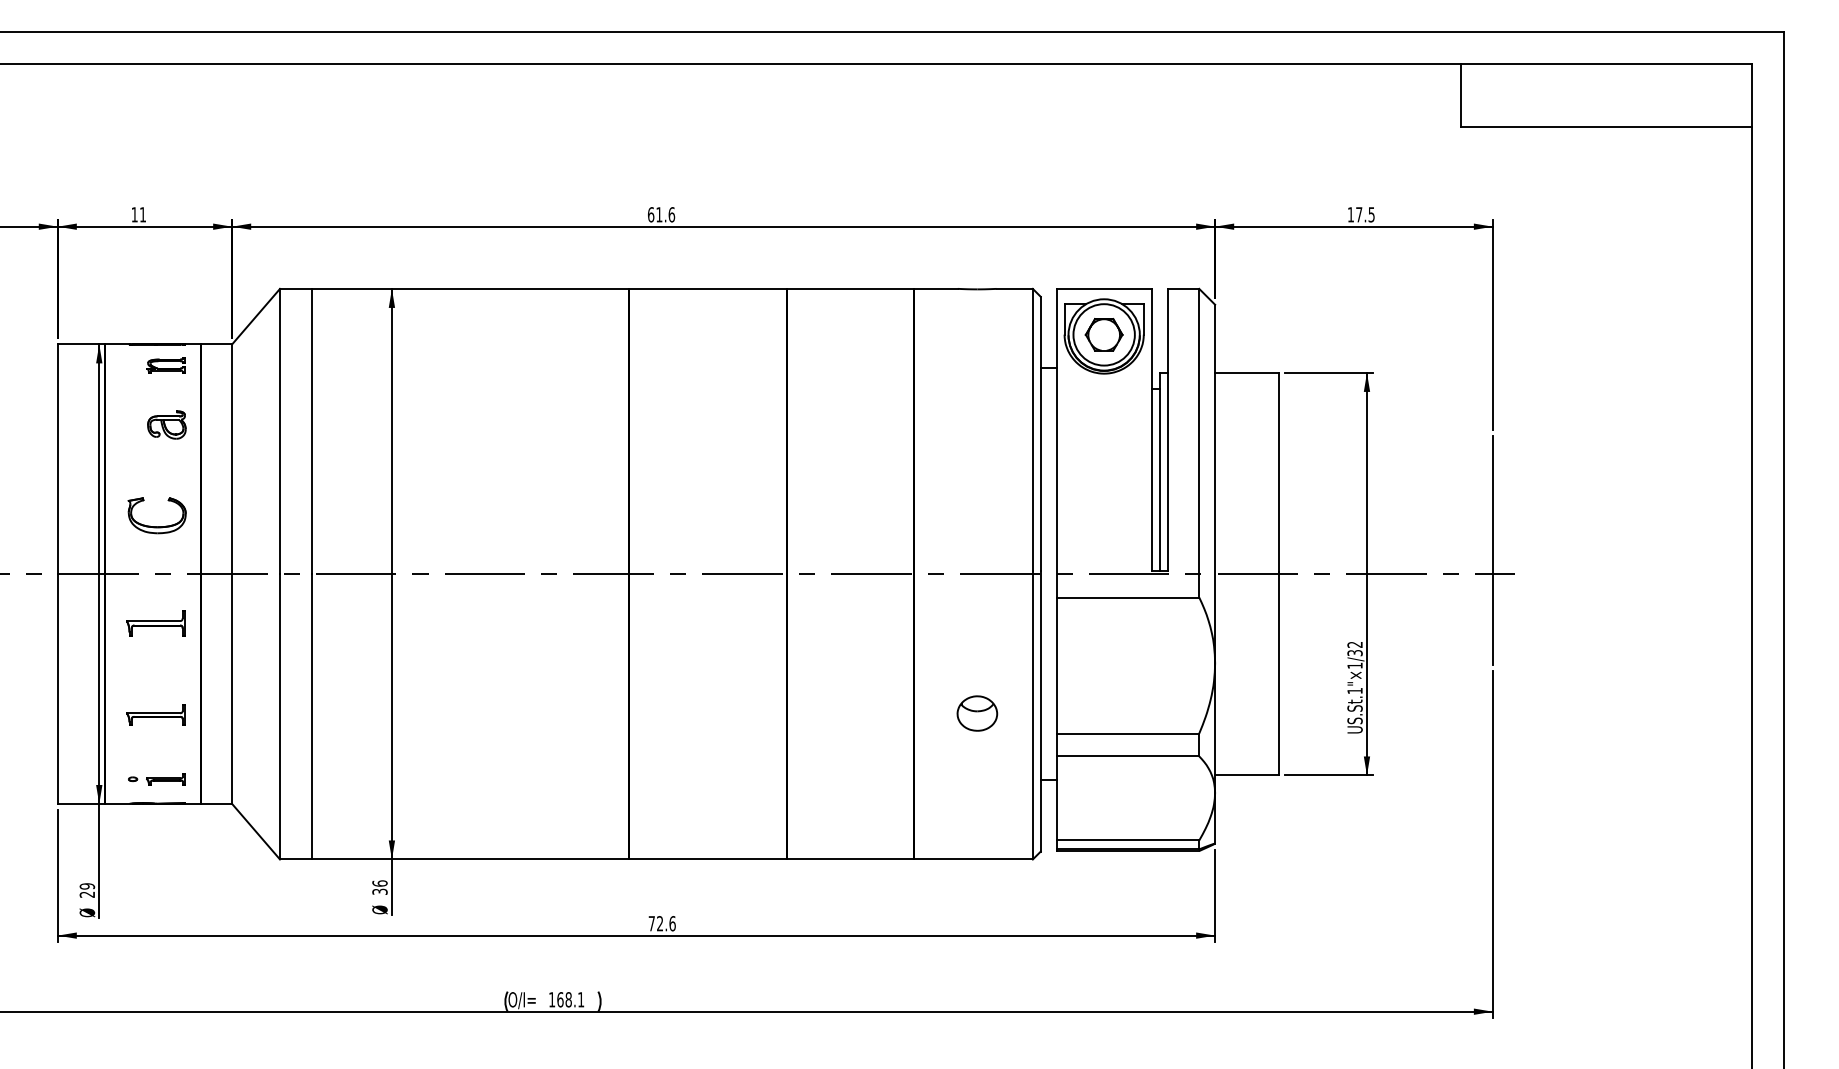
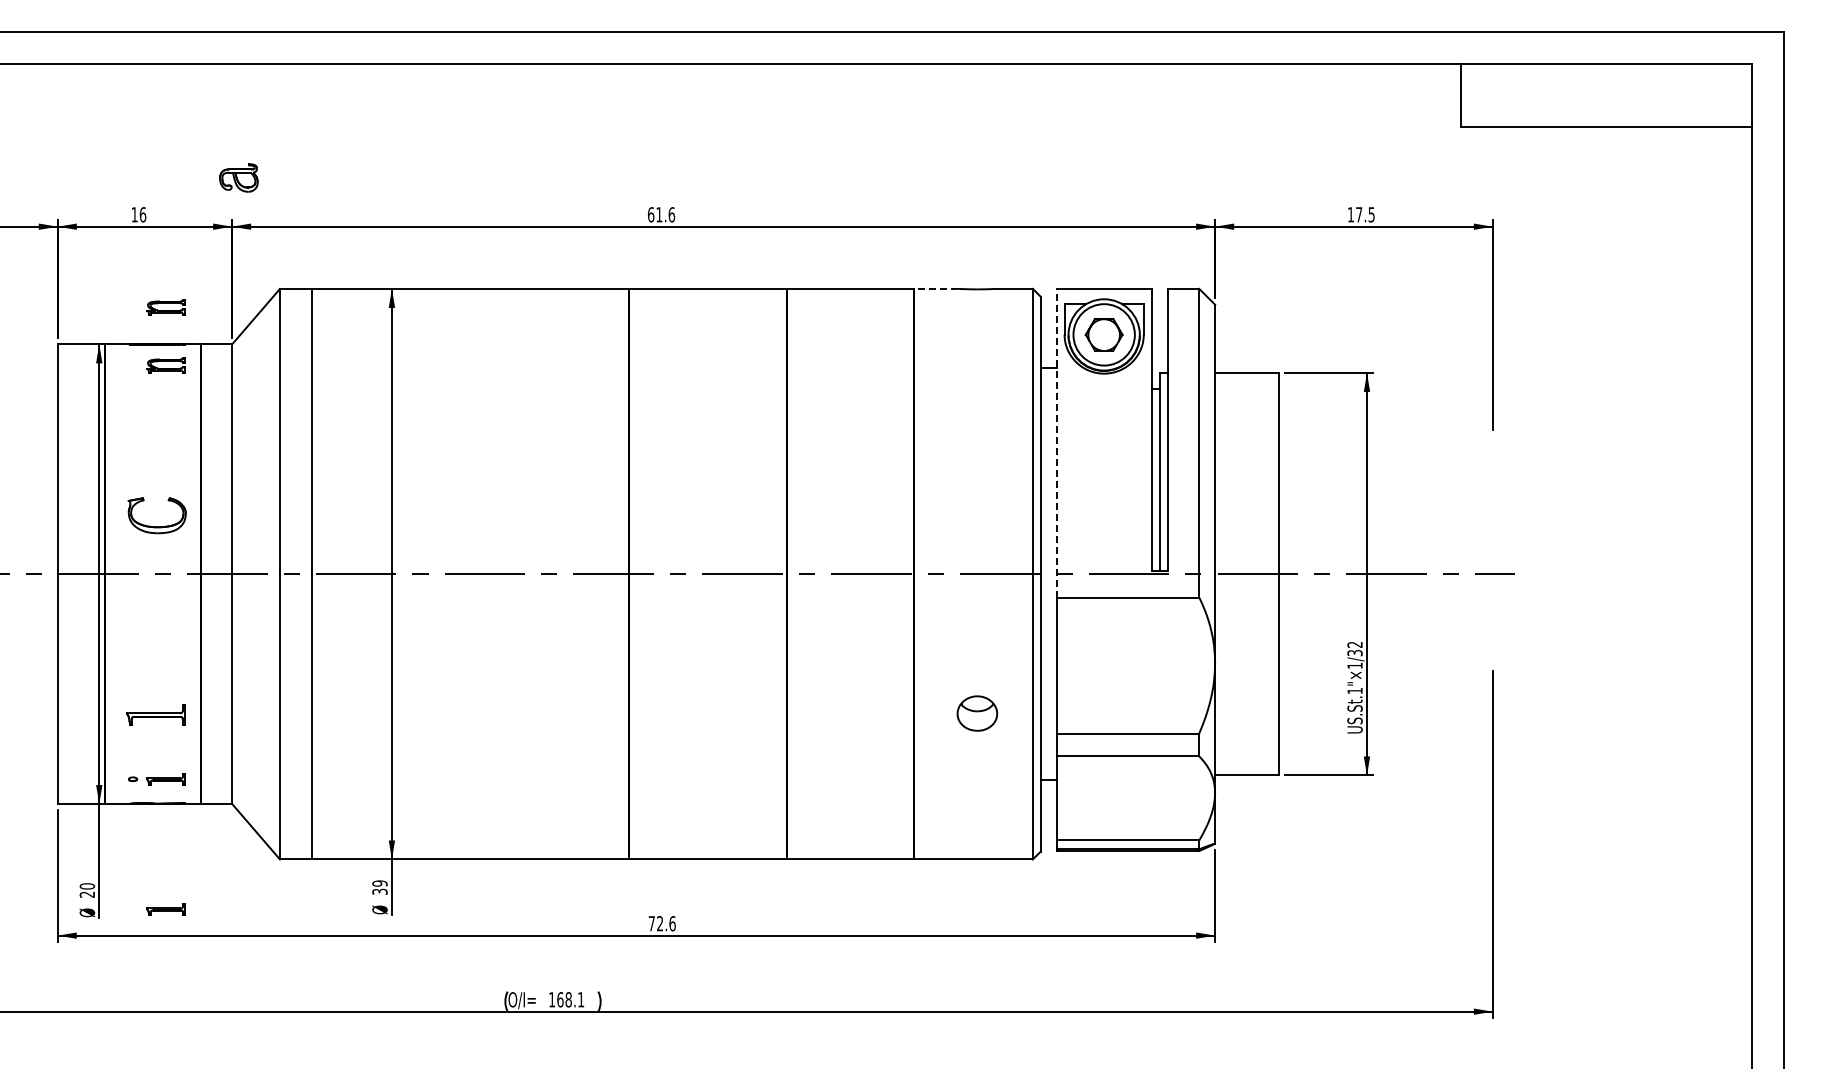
text at (142, 214): 11 -> 16
line at (935, 288): solid -> dashed
part at (165, 307): none -> present
part at (166, 424) position: (166, 424) -> (238, 177)
line at (1056, 442): solid -> dashed
line at (1492, 550): present -> none
part at (155, 623): present -> none
text at (379, 883): 36 -> 39
text at (87, 886): 29 -> 20
part at (165, 909): none -> present
